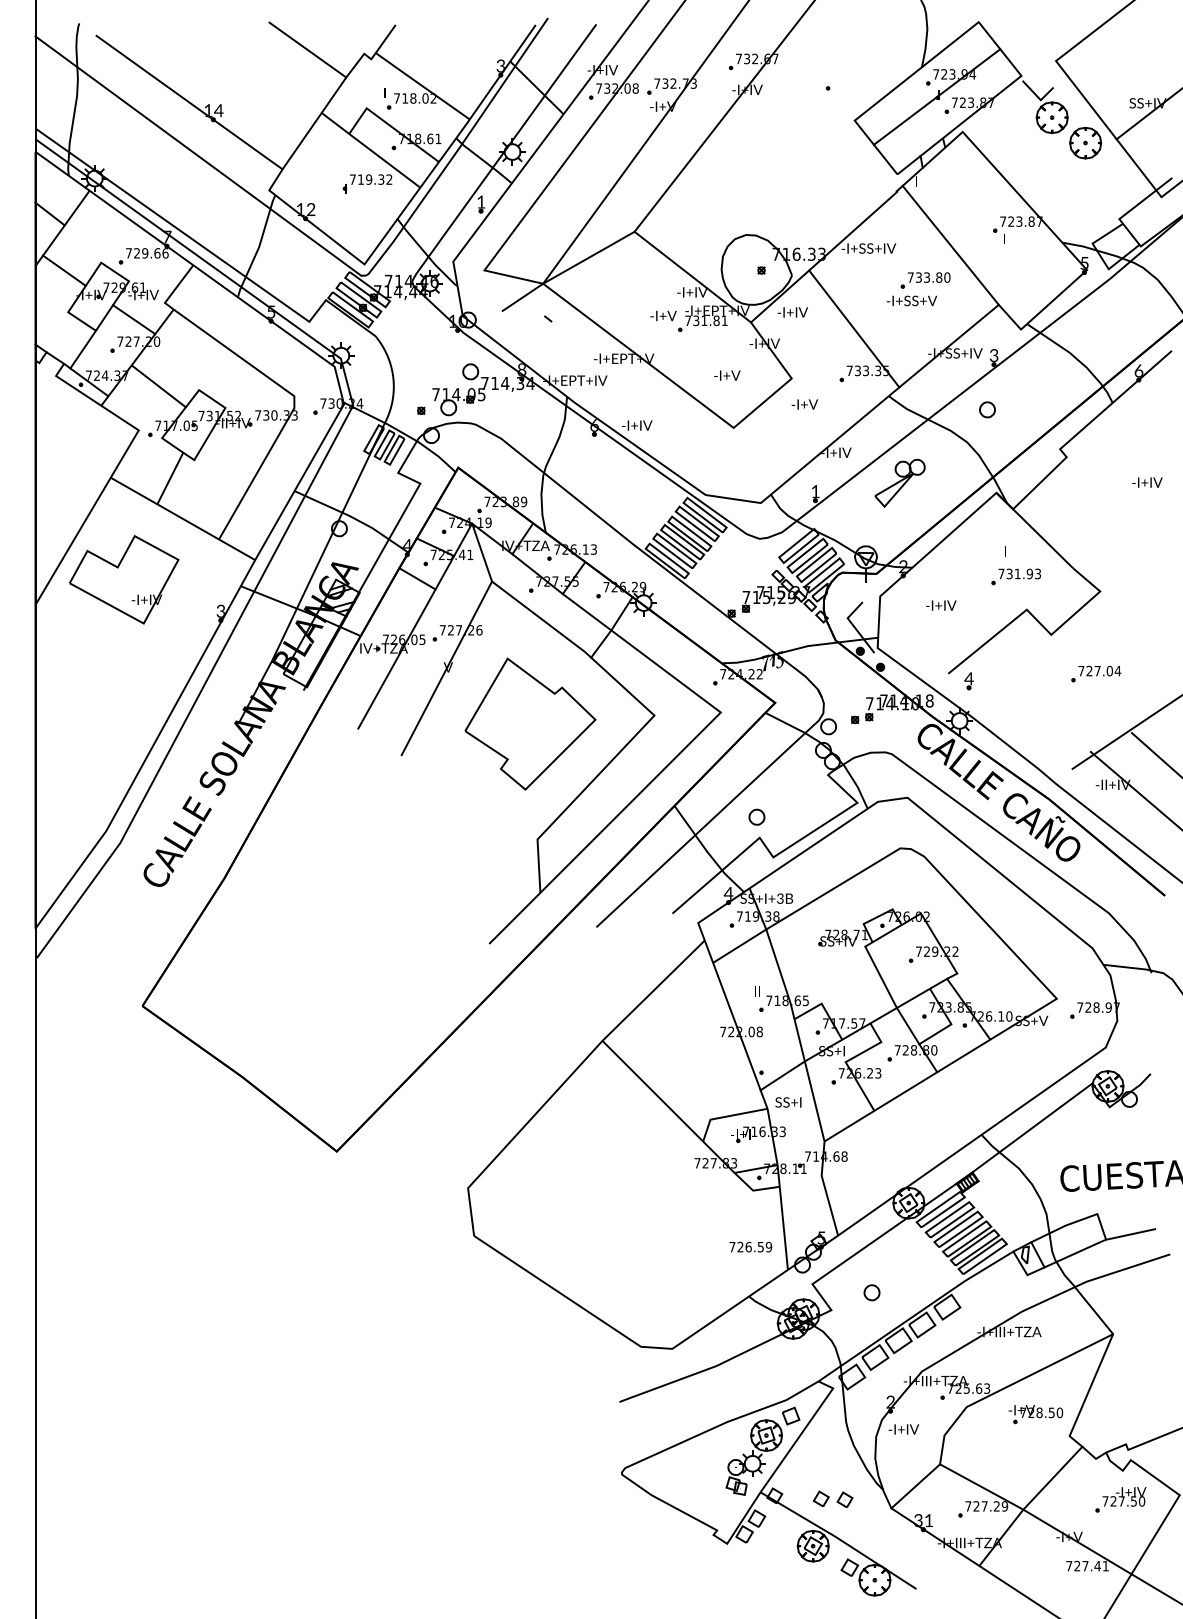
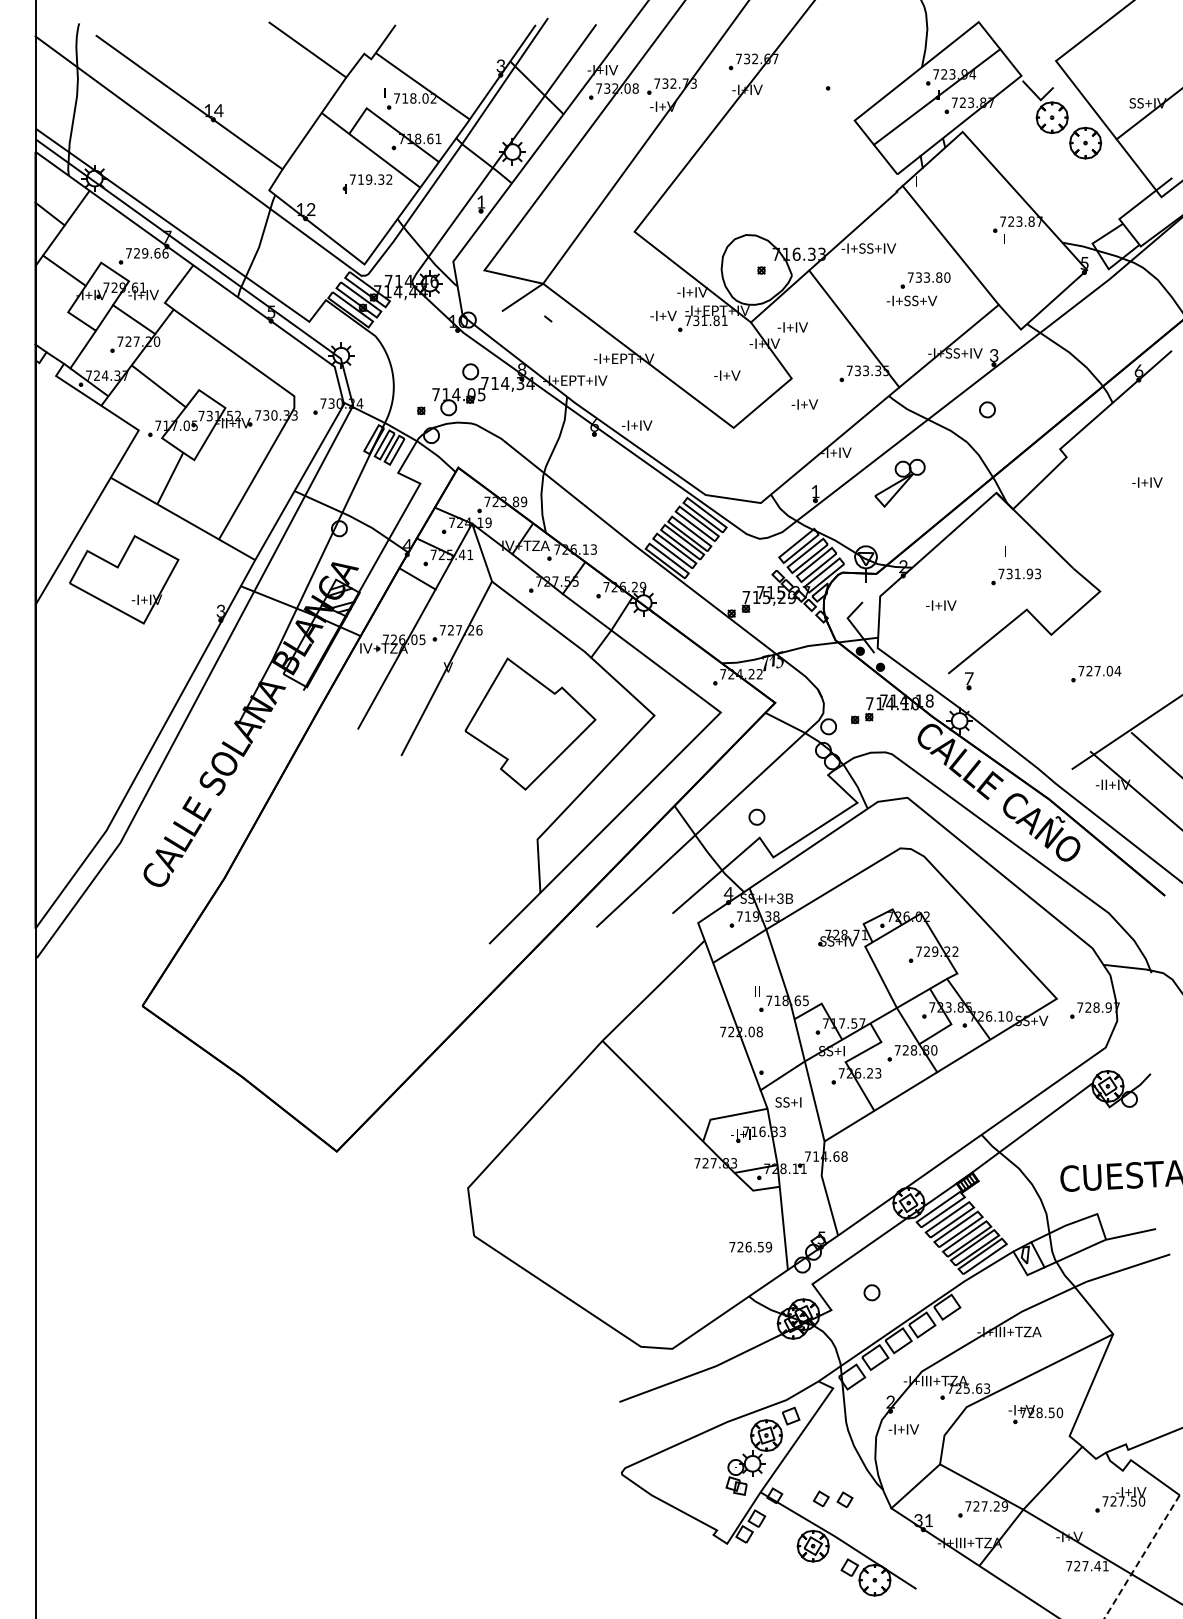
line at (588, 257): present -> none
text at (792, 312) position: (792, 312) -> (792, 327)
text at (968, 678): 4 -> 7
line at (1141, 1557): solid -> dashed
